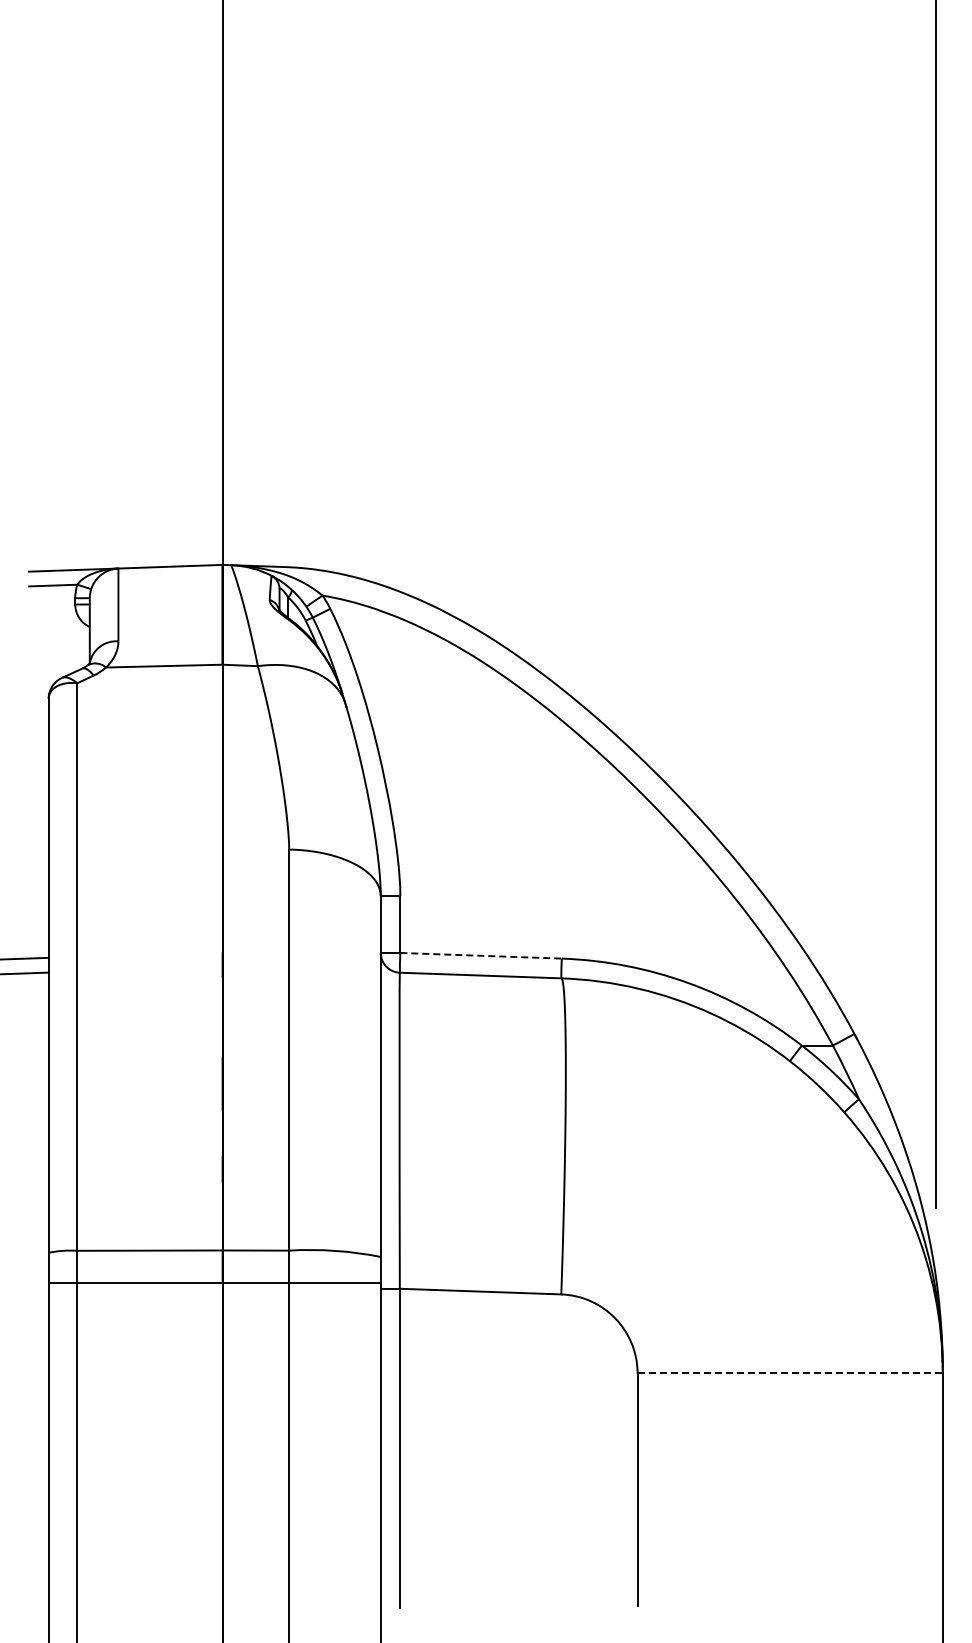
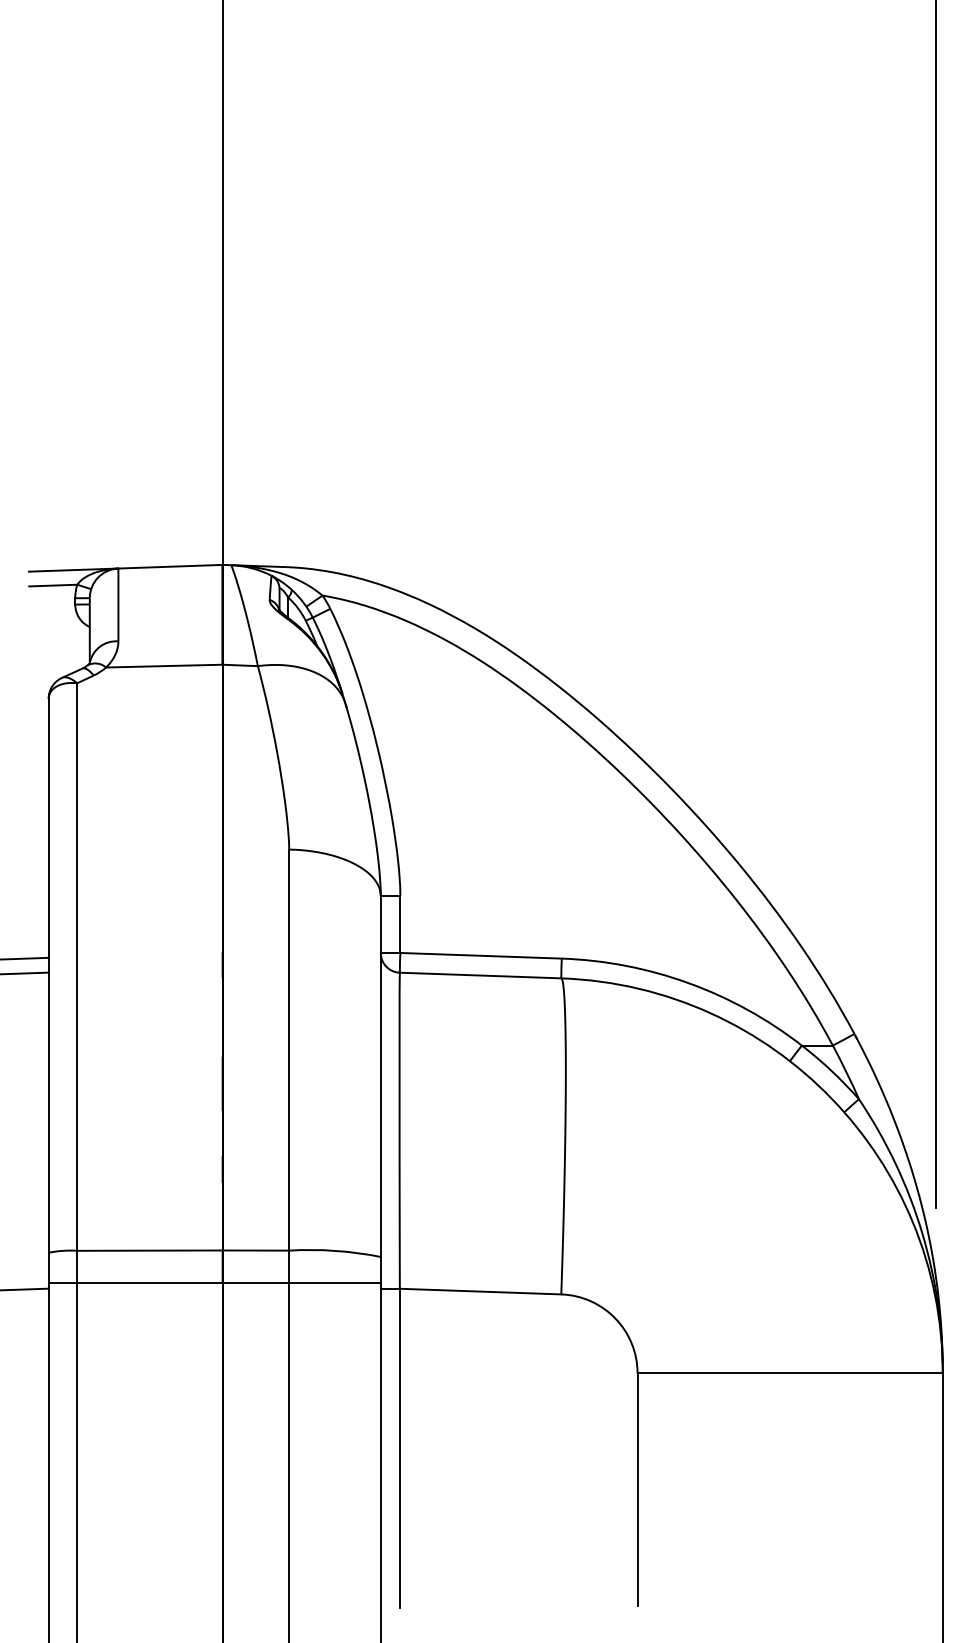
line at (481, 955): dashed -> solid
line at (25, 1289): none -> present
line at (790, 1373): dashed -> solid
